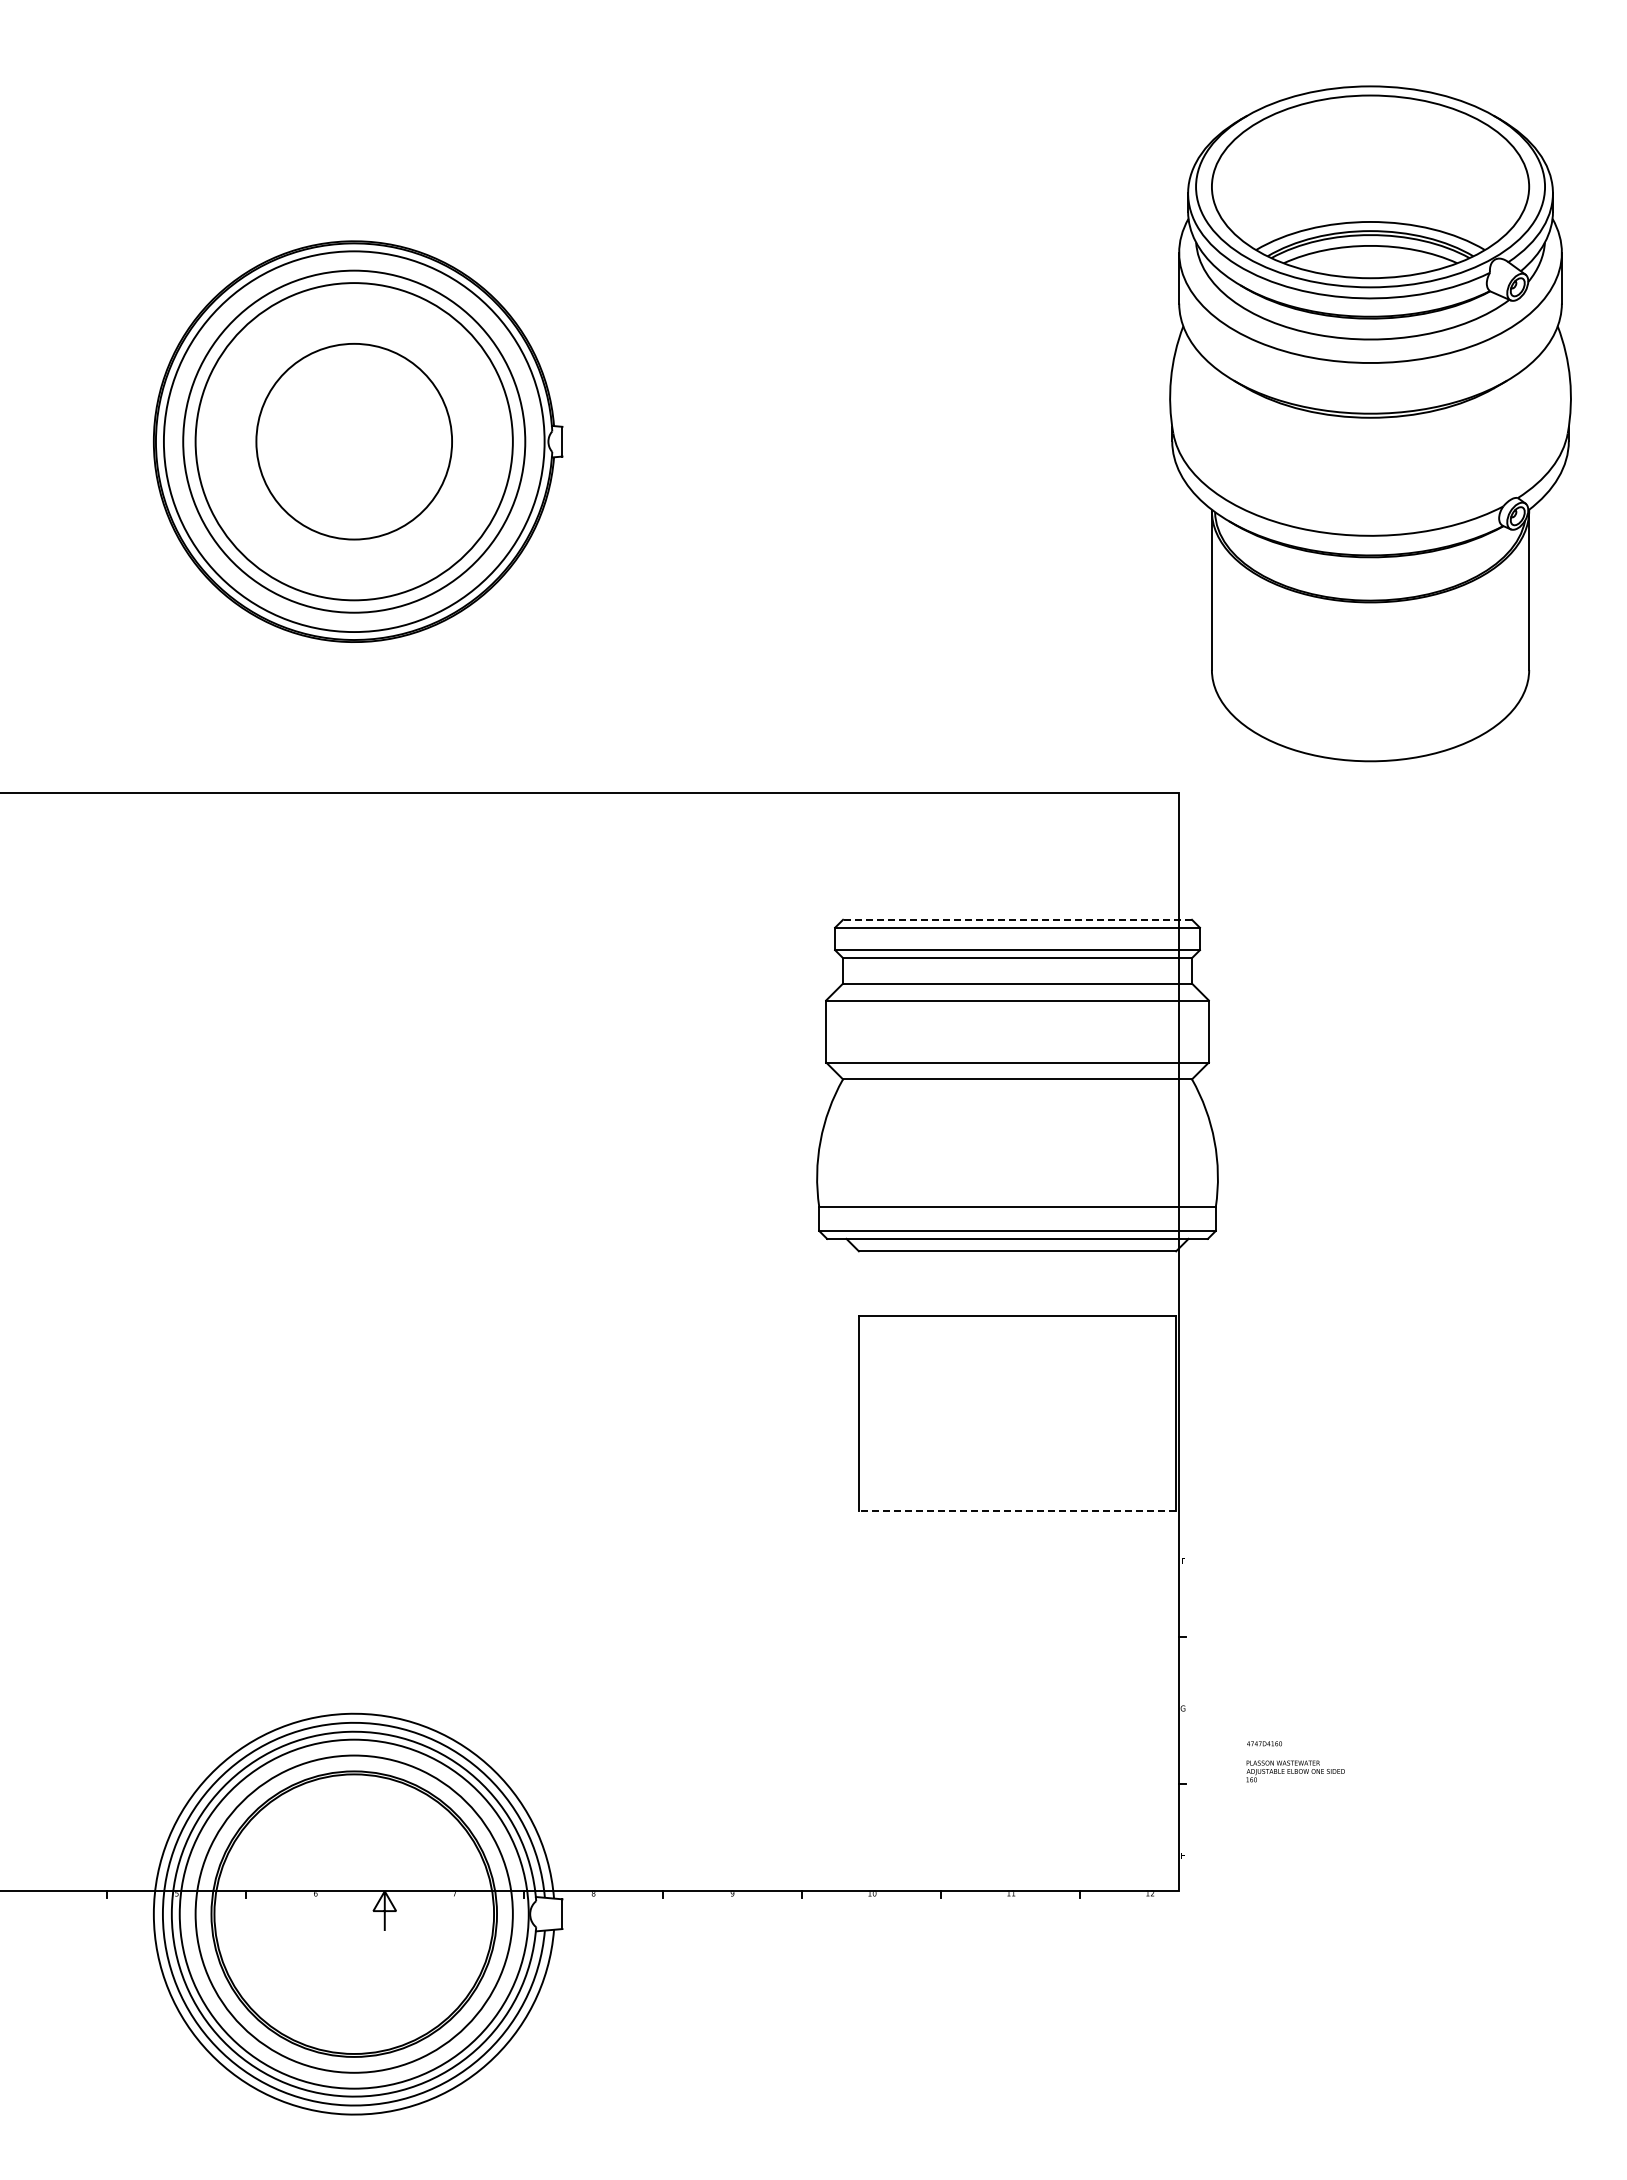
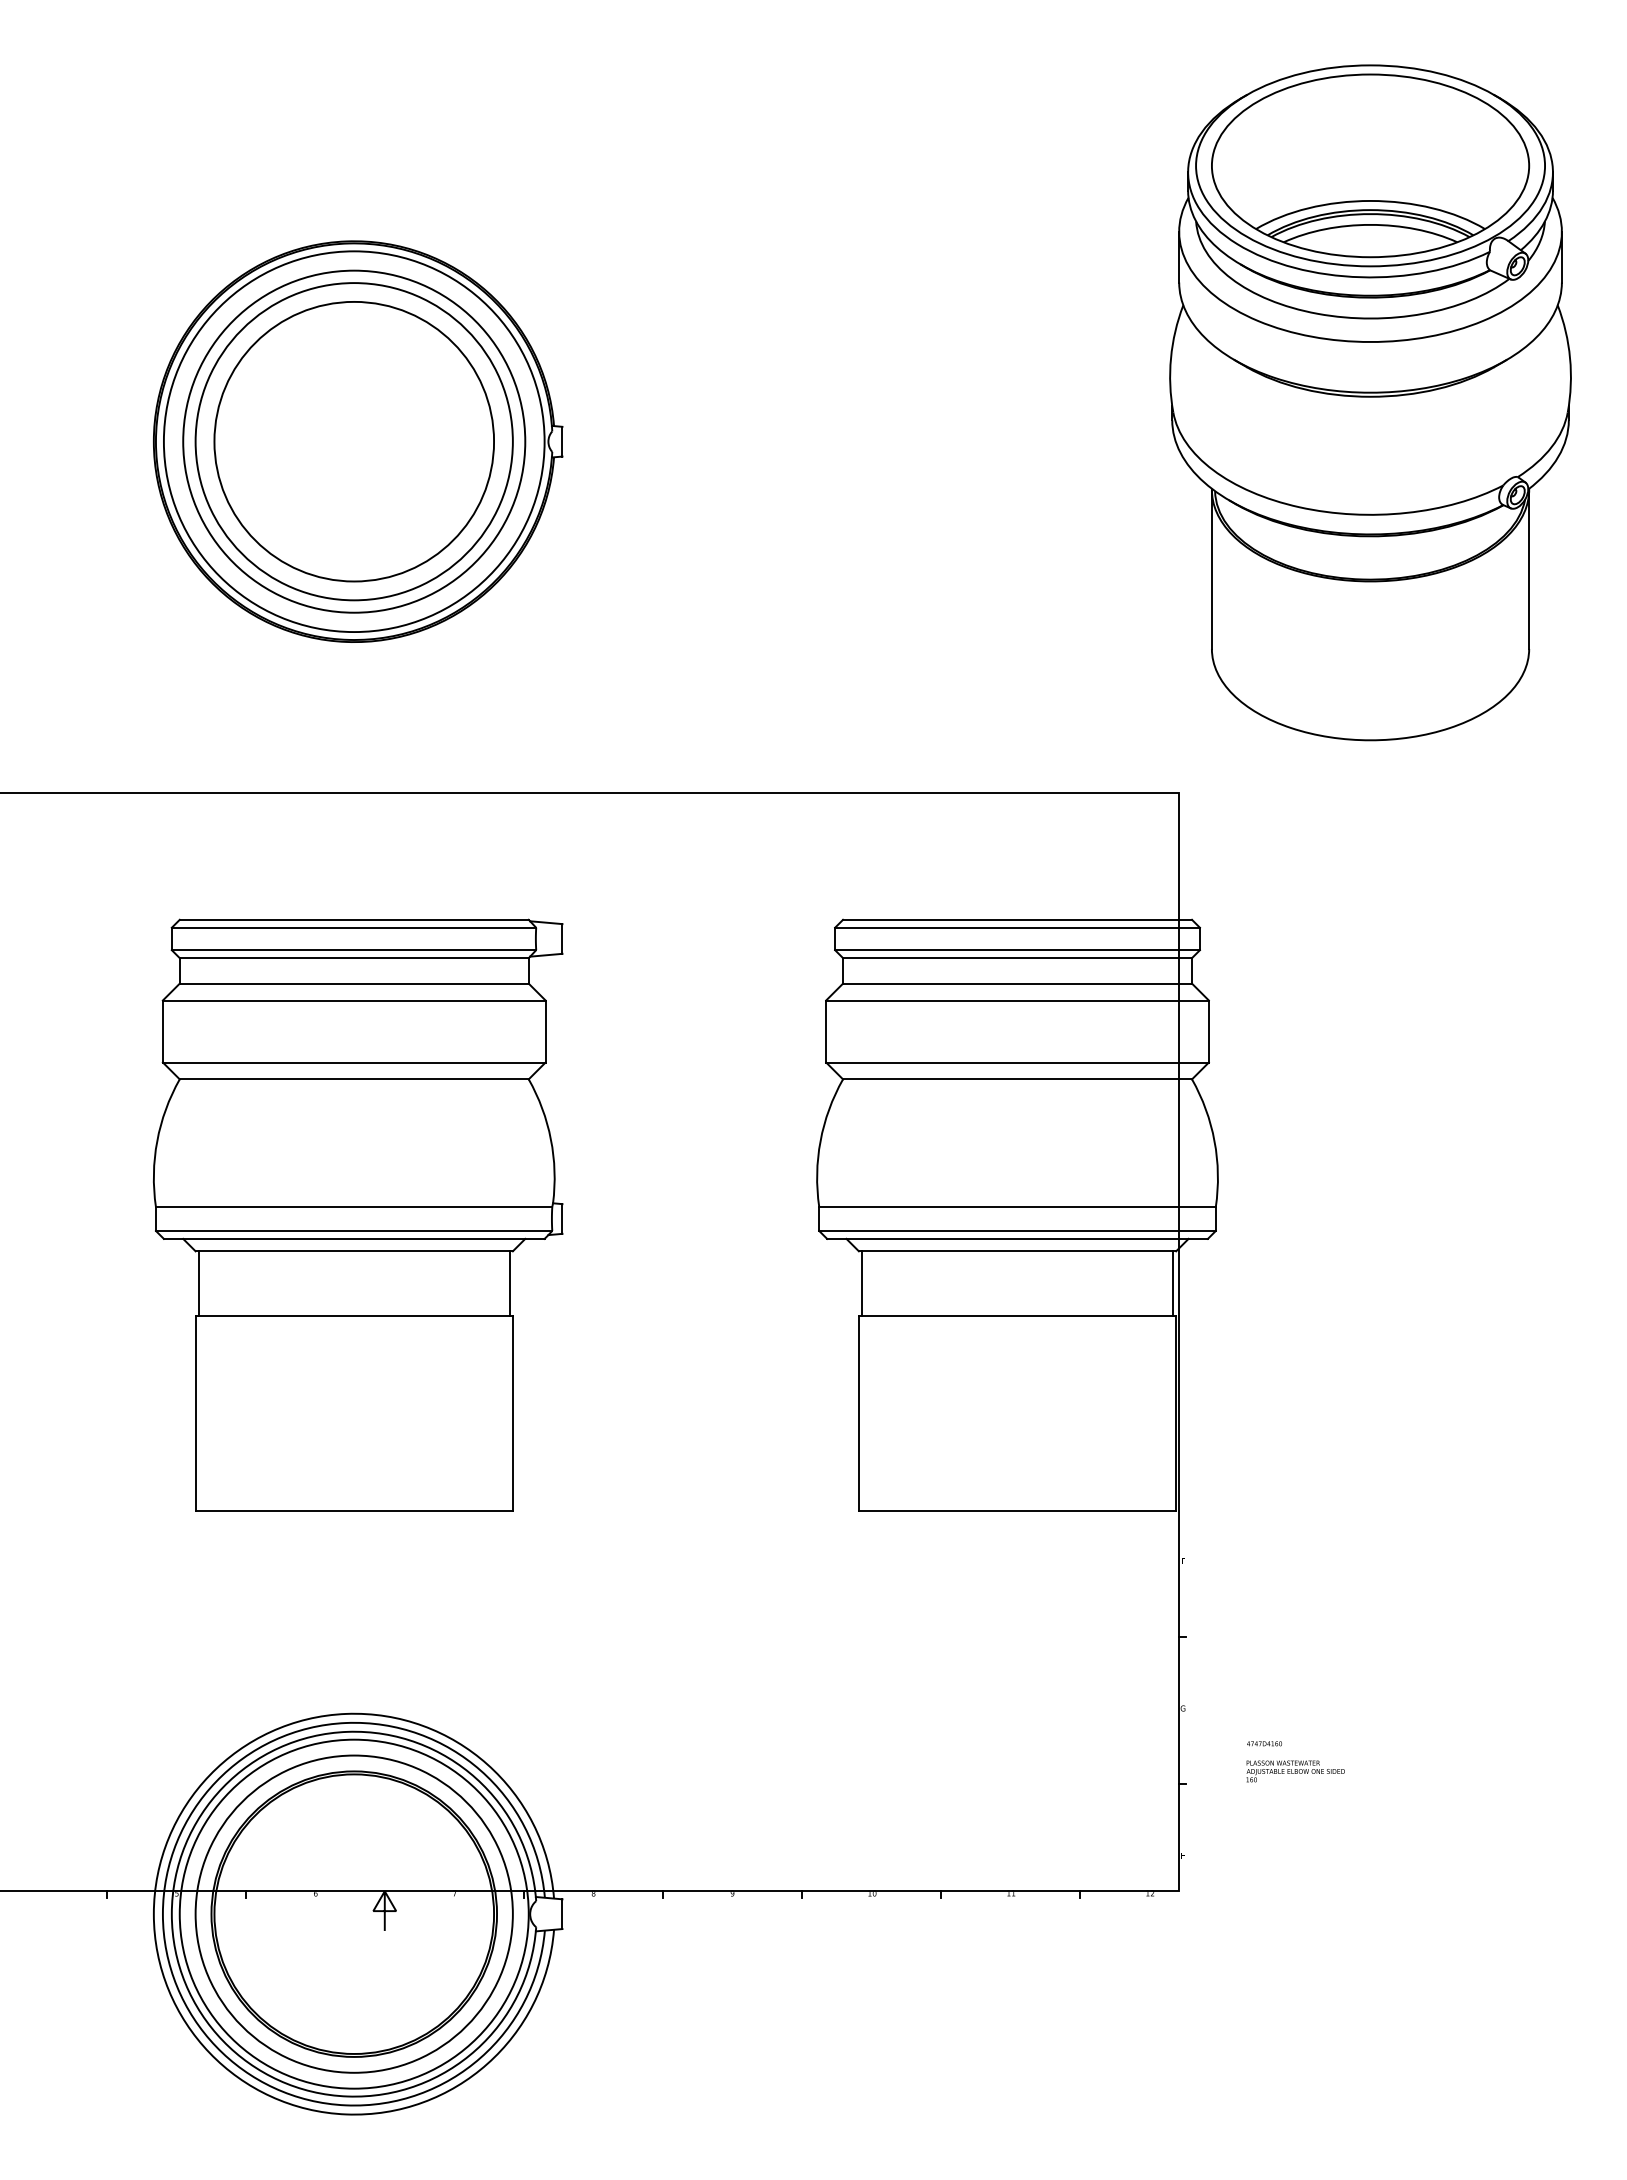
part at (1370, 423) position: (1370, 423) -> (1370, 402)
circle at (354, 441) diameter: 196 px -> 280 px
line at (1017, 919): dashed -> solid
part at (358, 1214): none -> present
line at (862, 1283): none -> present
line at (1173, 1283): none -> present
line at (1017, 1510): dashed -> solid
